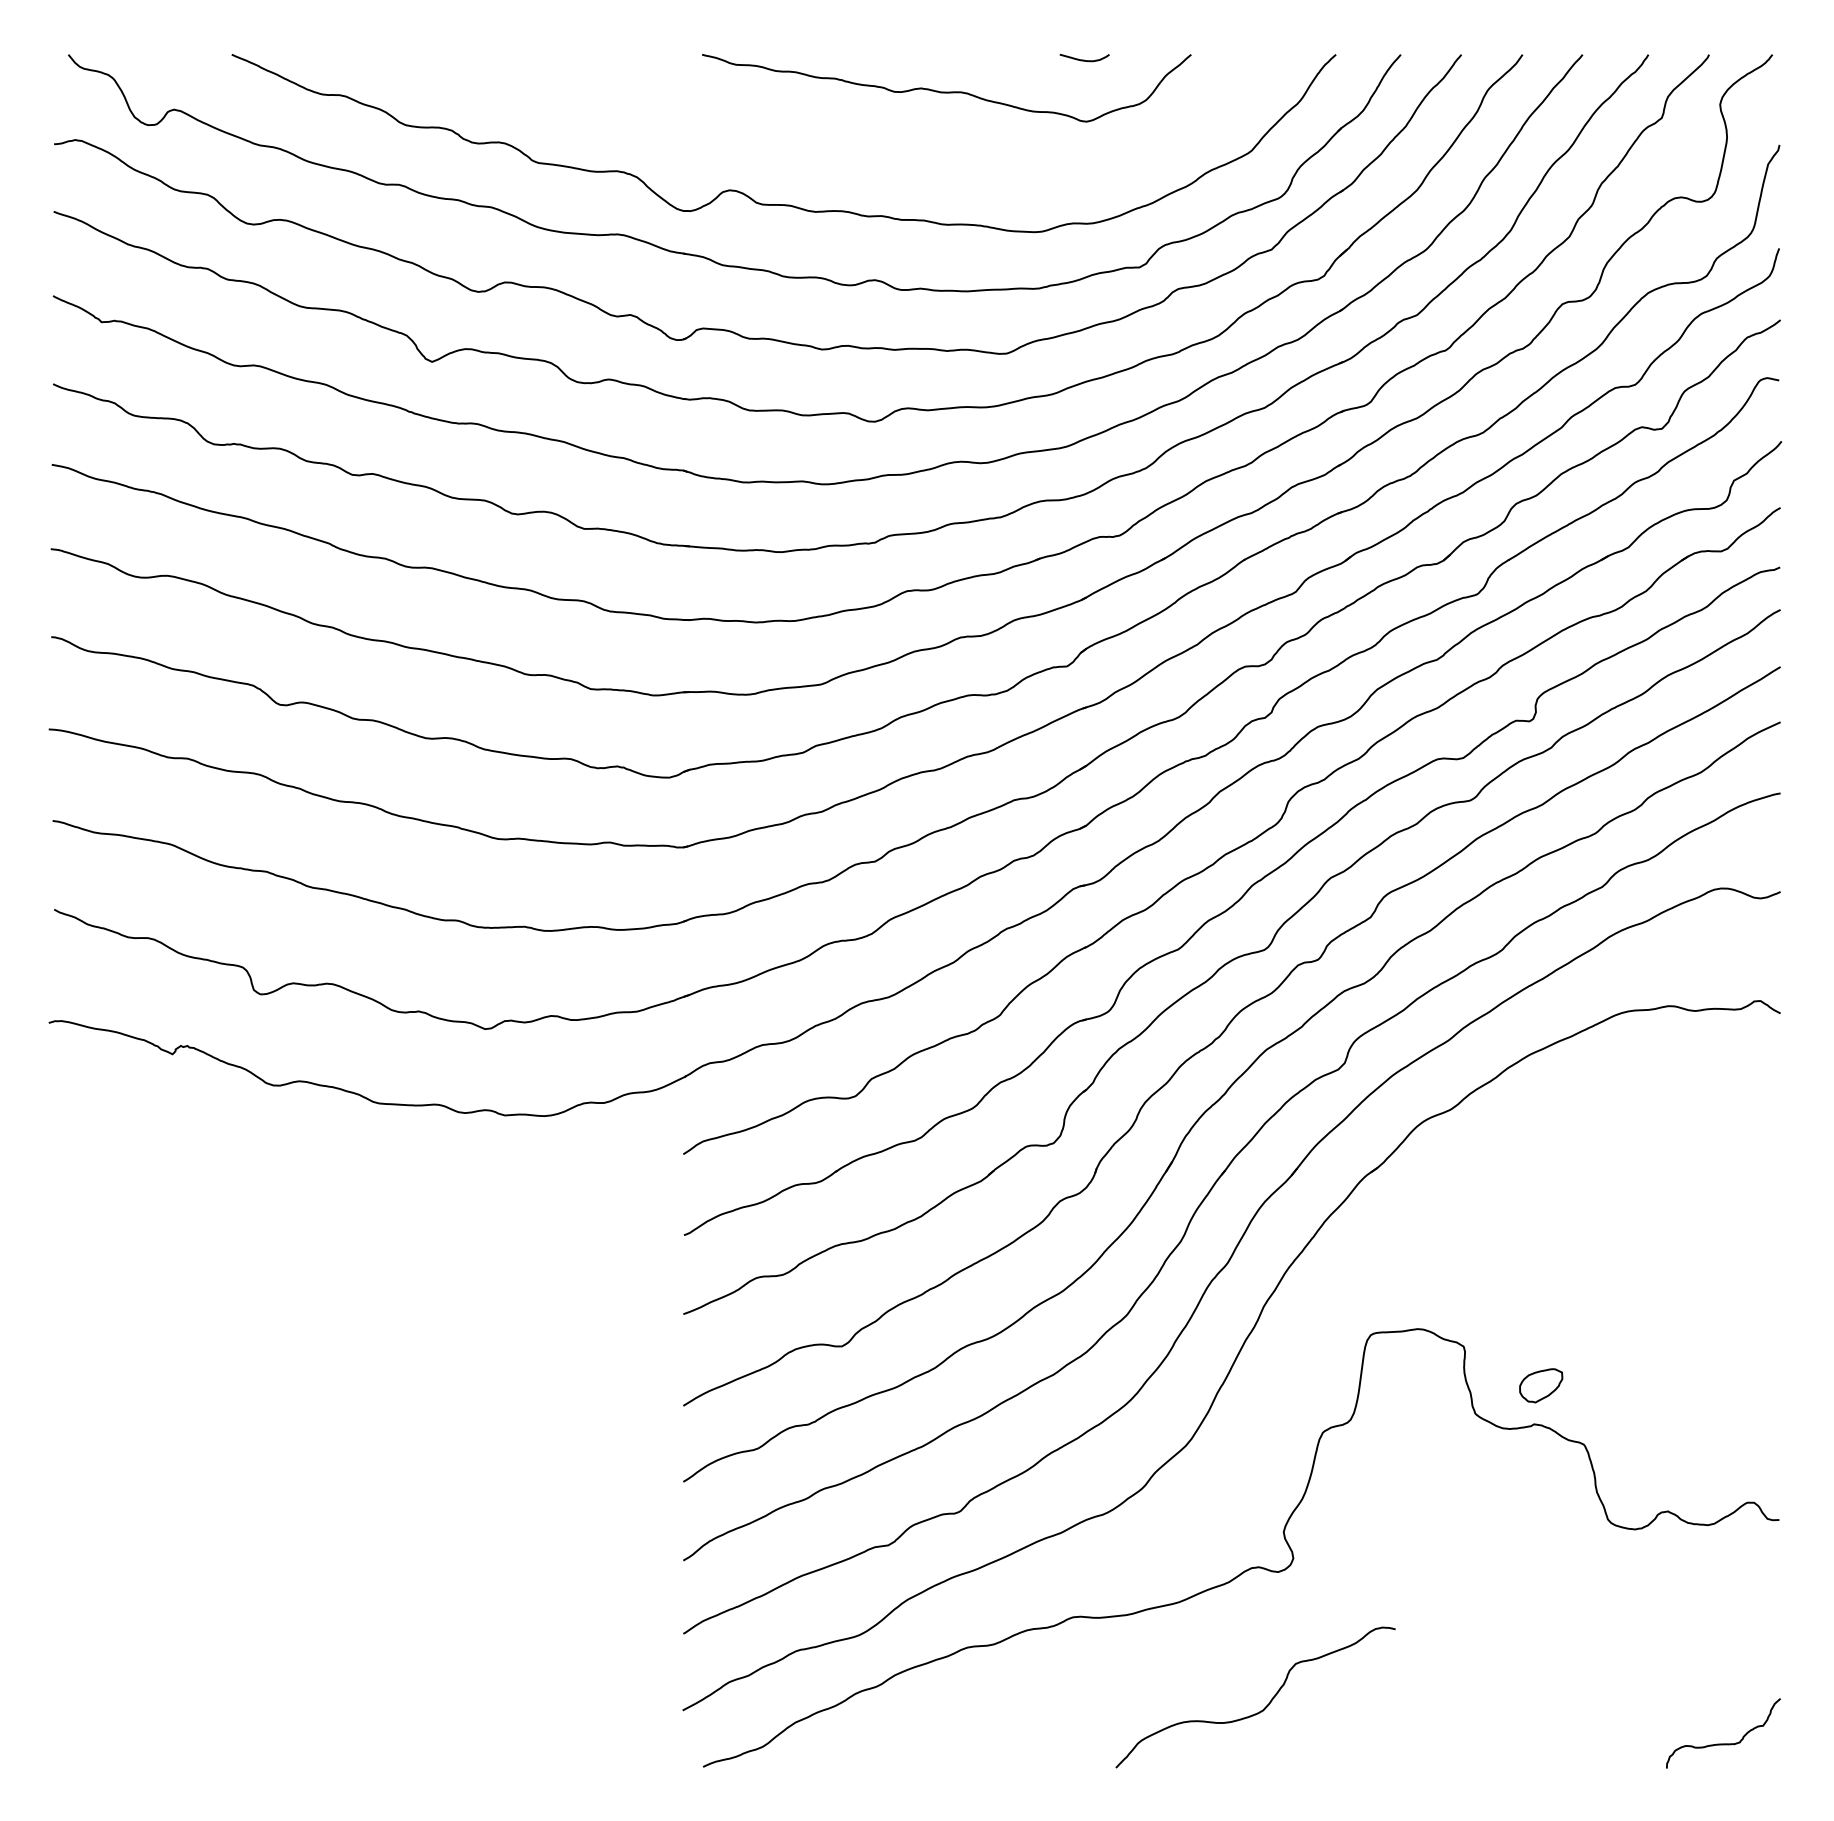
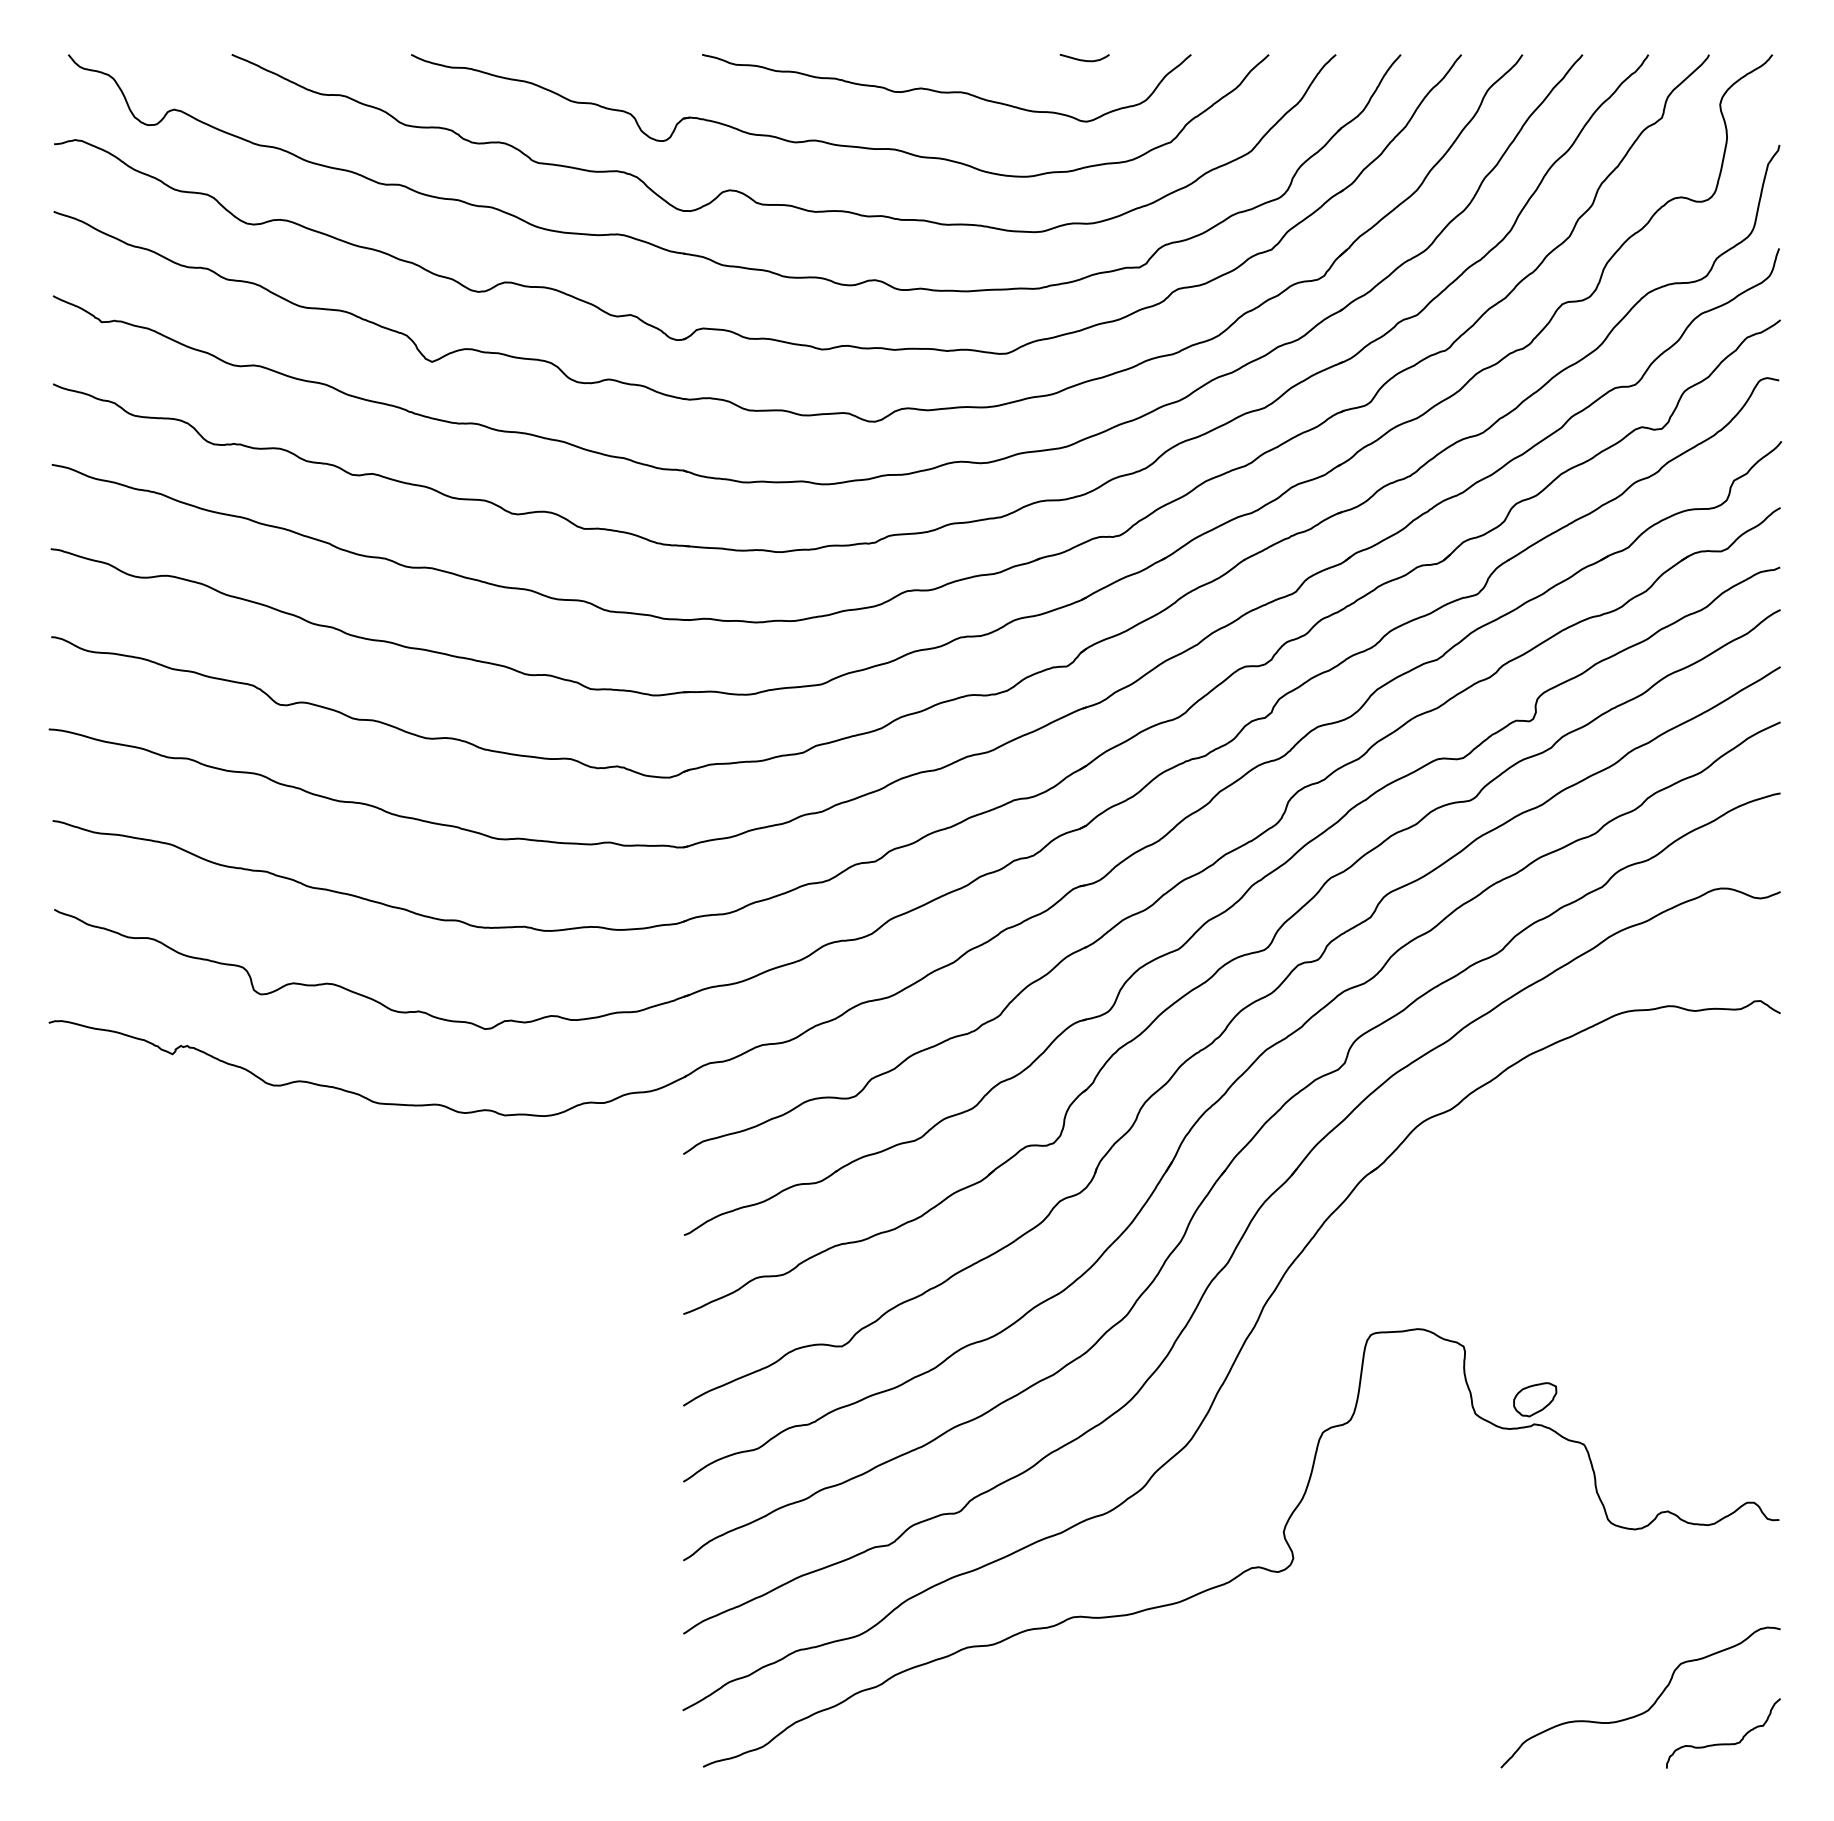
part at (834, 143): none -> present
part at (1541, 1385) position: (1541, 1385) -> (1535, 1399)
curve at (1265, 1706) position: (1265, 1706) -> (1650, 1706)
